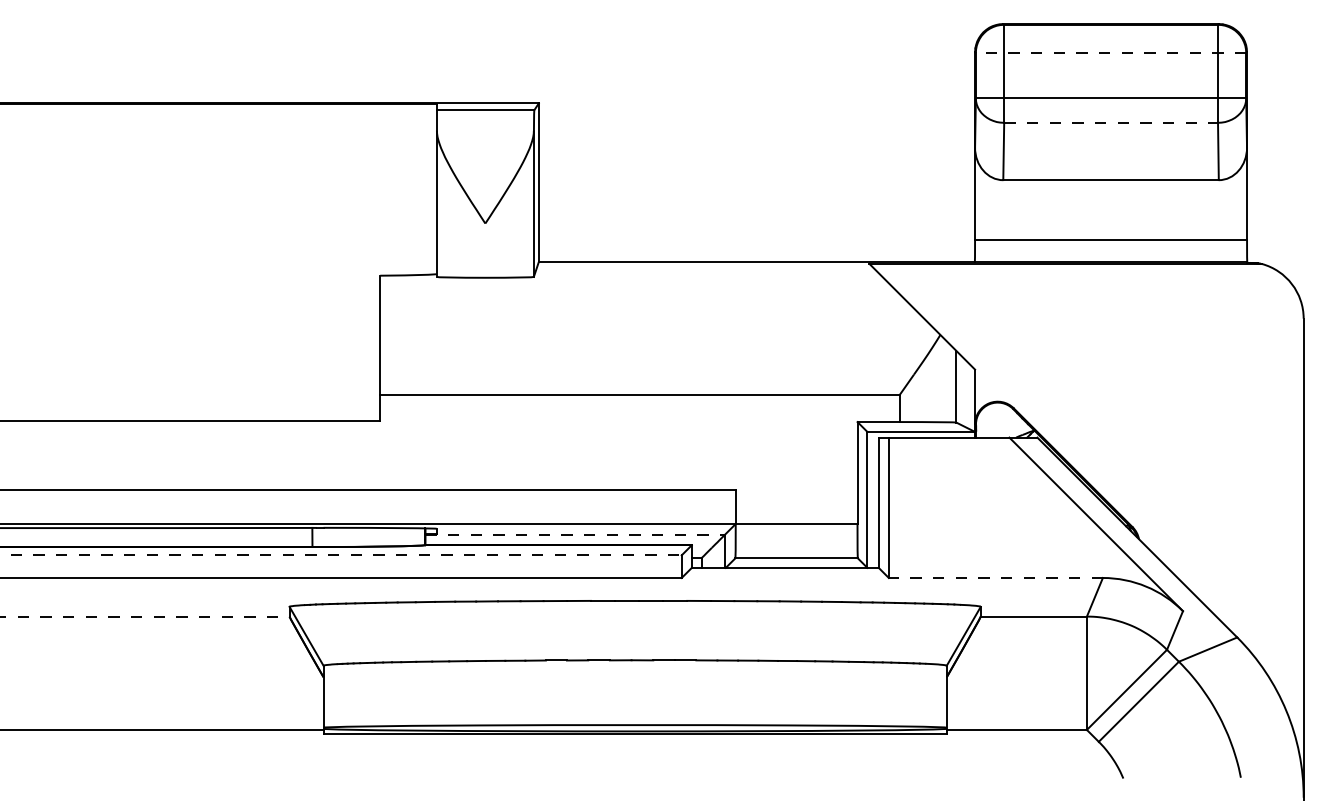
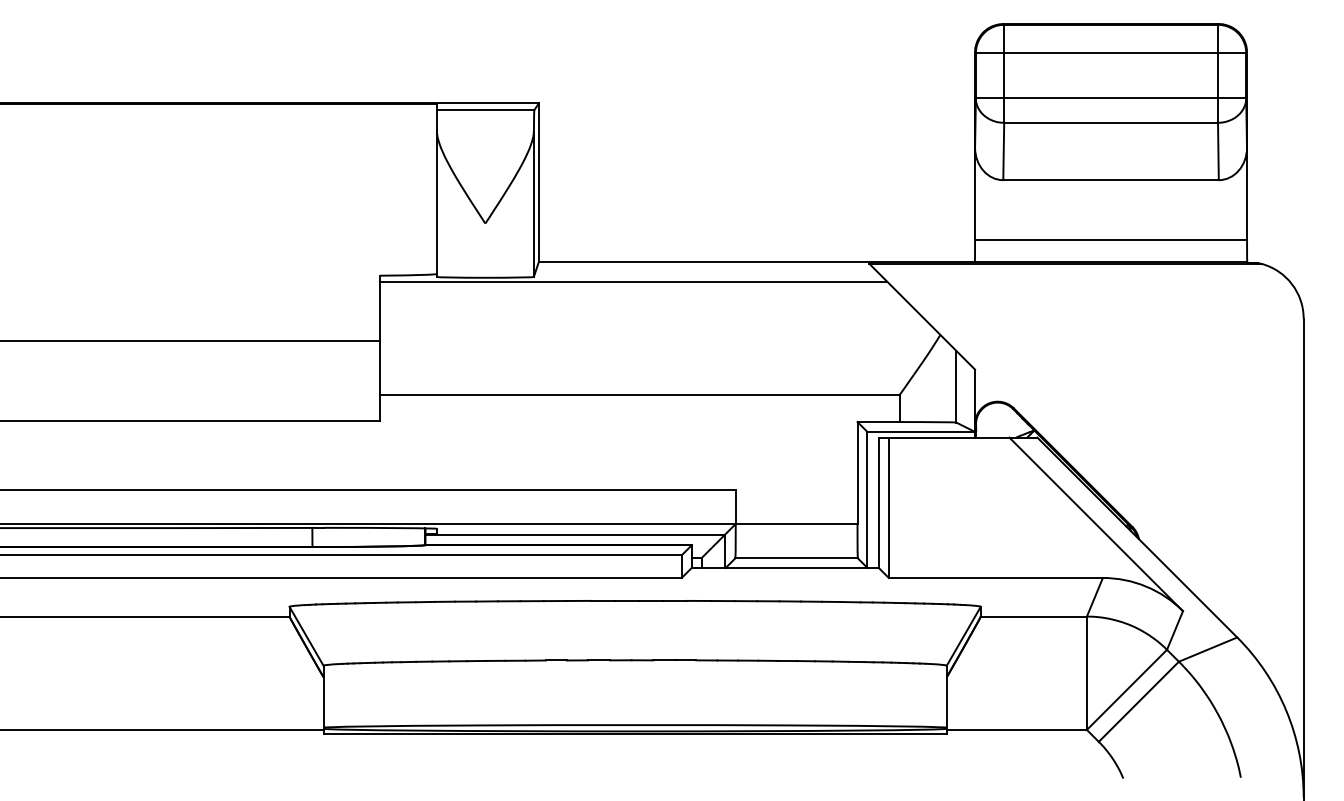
line at (1110, 53): dashed -> solid
line at (1111, 122): dashed -> solid
line at (633, 281): none -> present
line at (191, 341): none -> present
line at (575, 534): dashed -> solid
line at (341, 555): dashed -> solid
line at (995, 578): dashed -> solid
line at (145, 616): dashed -> solid
